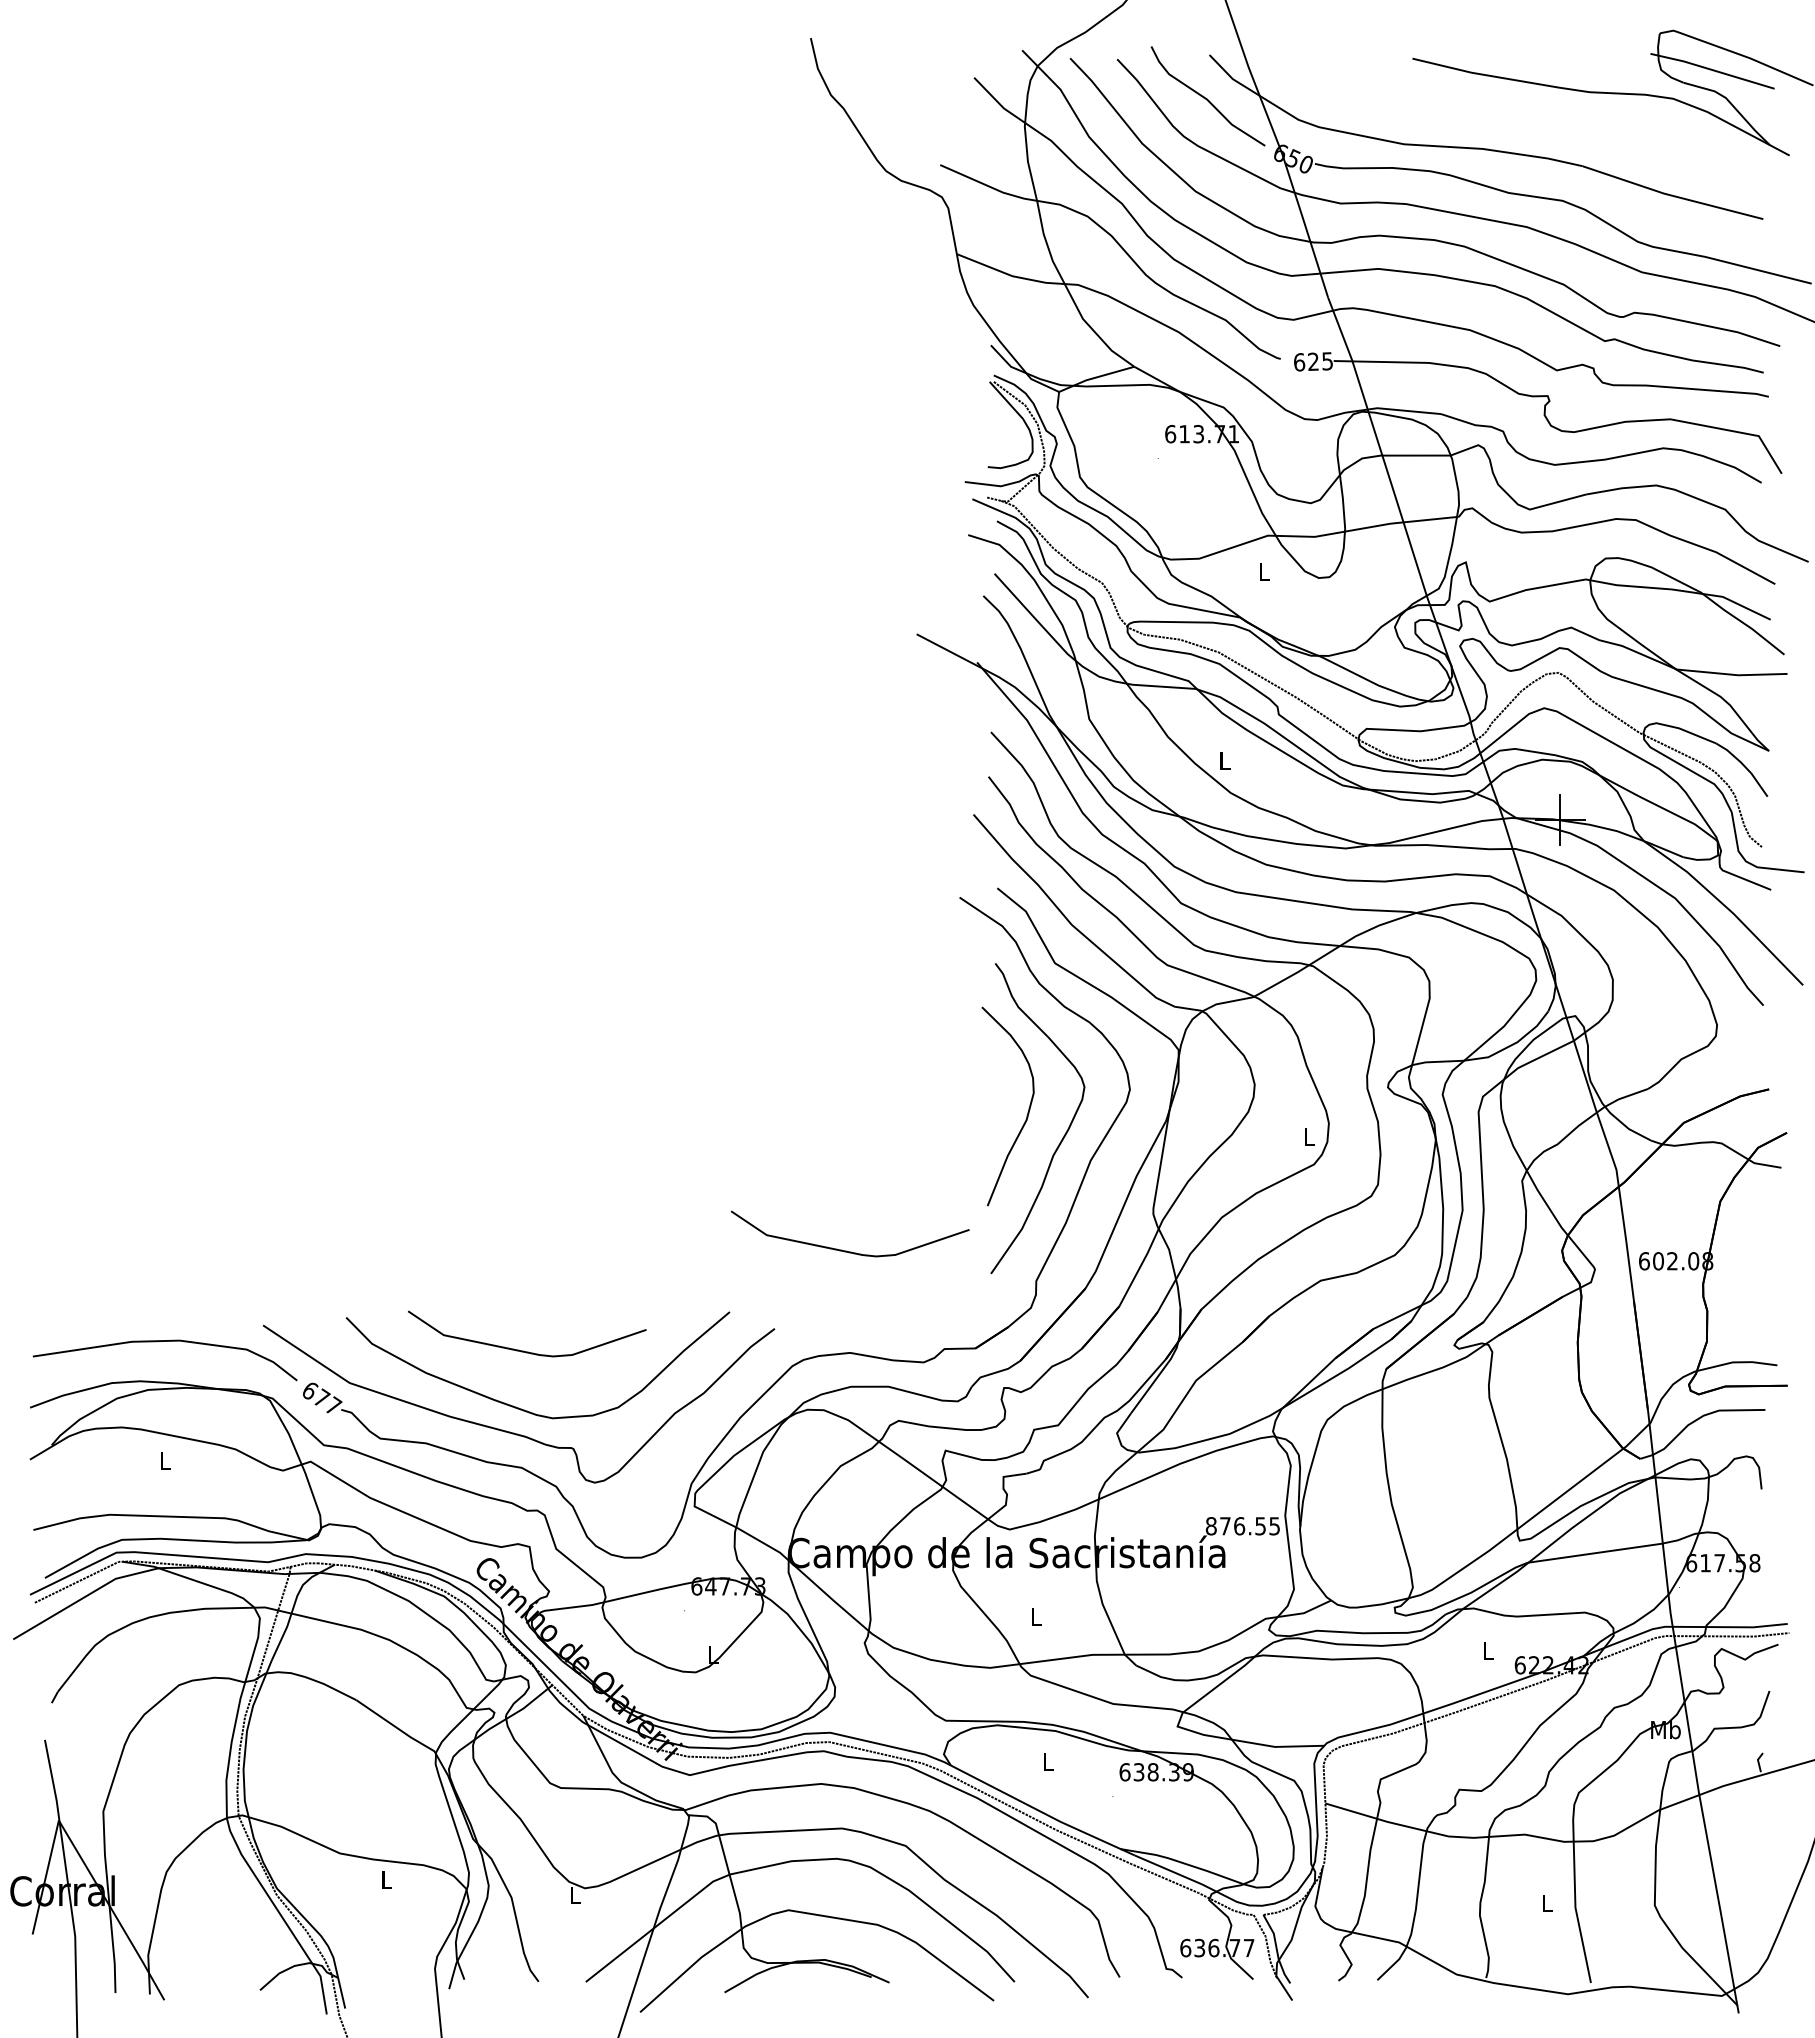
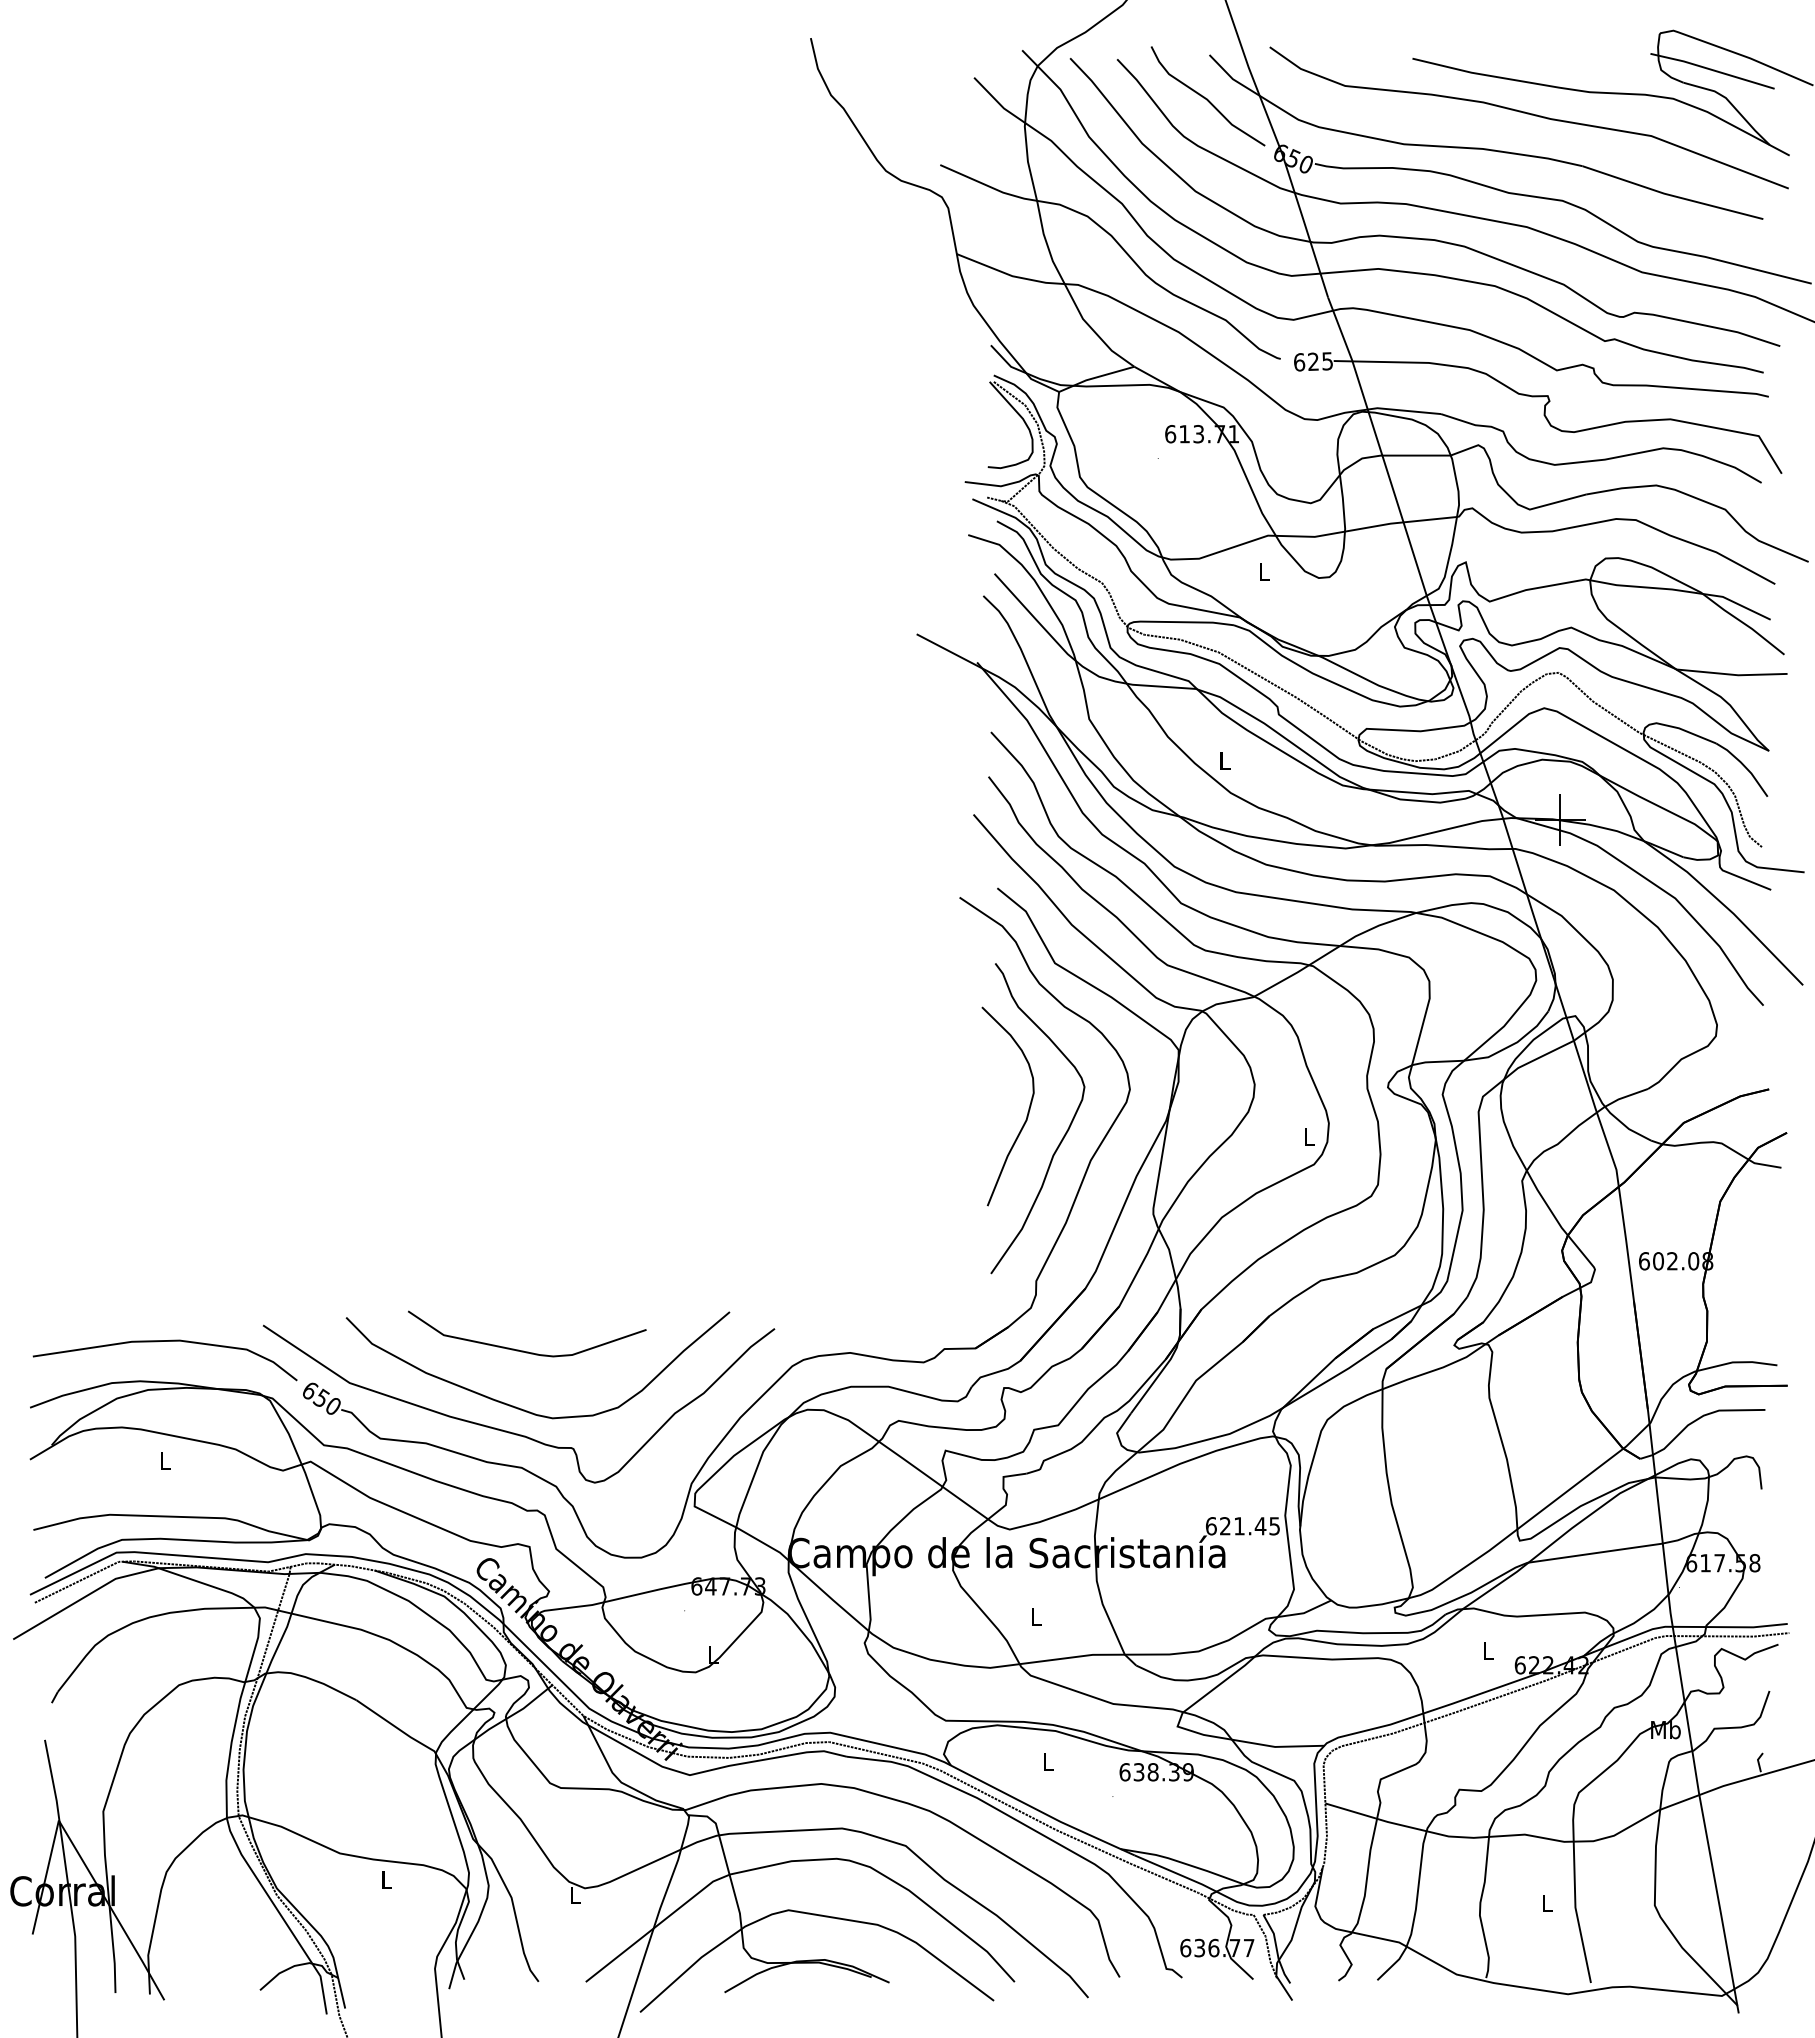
curve at (1528, 114): none -> present
curve at (846, 1250): present -> none
text at (327, 1401): 677 -> 650
text at (1235, 1526): 876.55 -> 621.45
